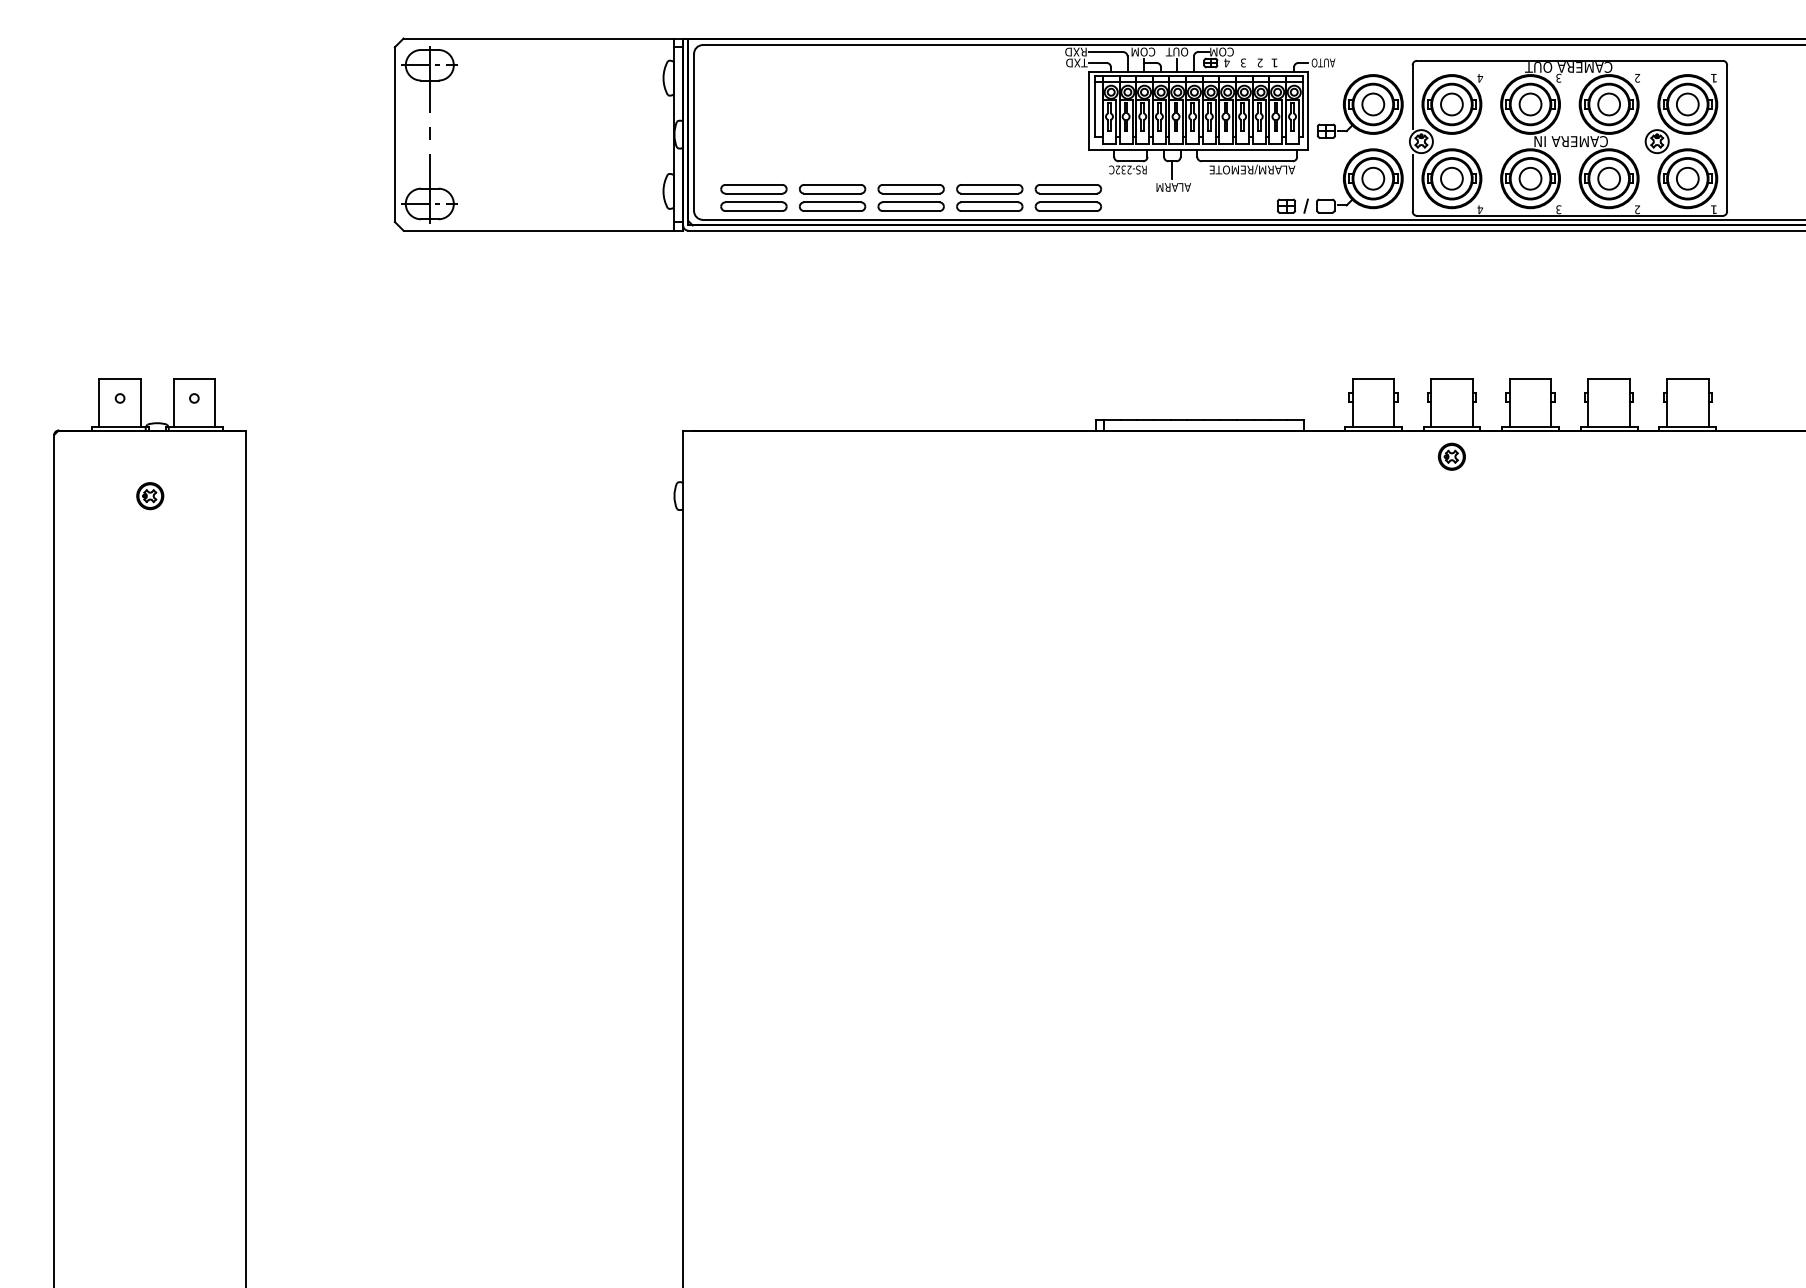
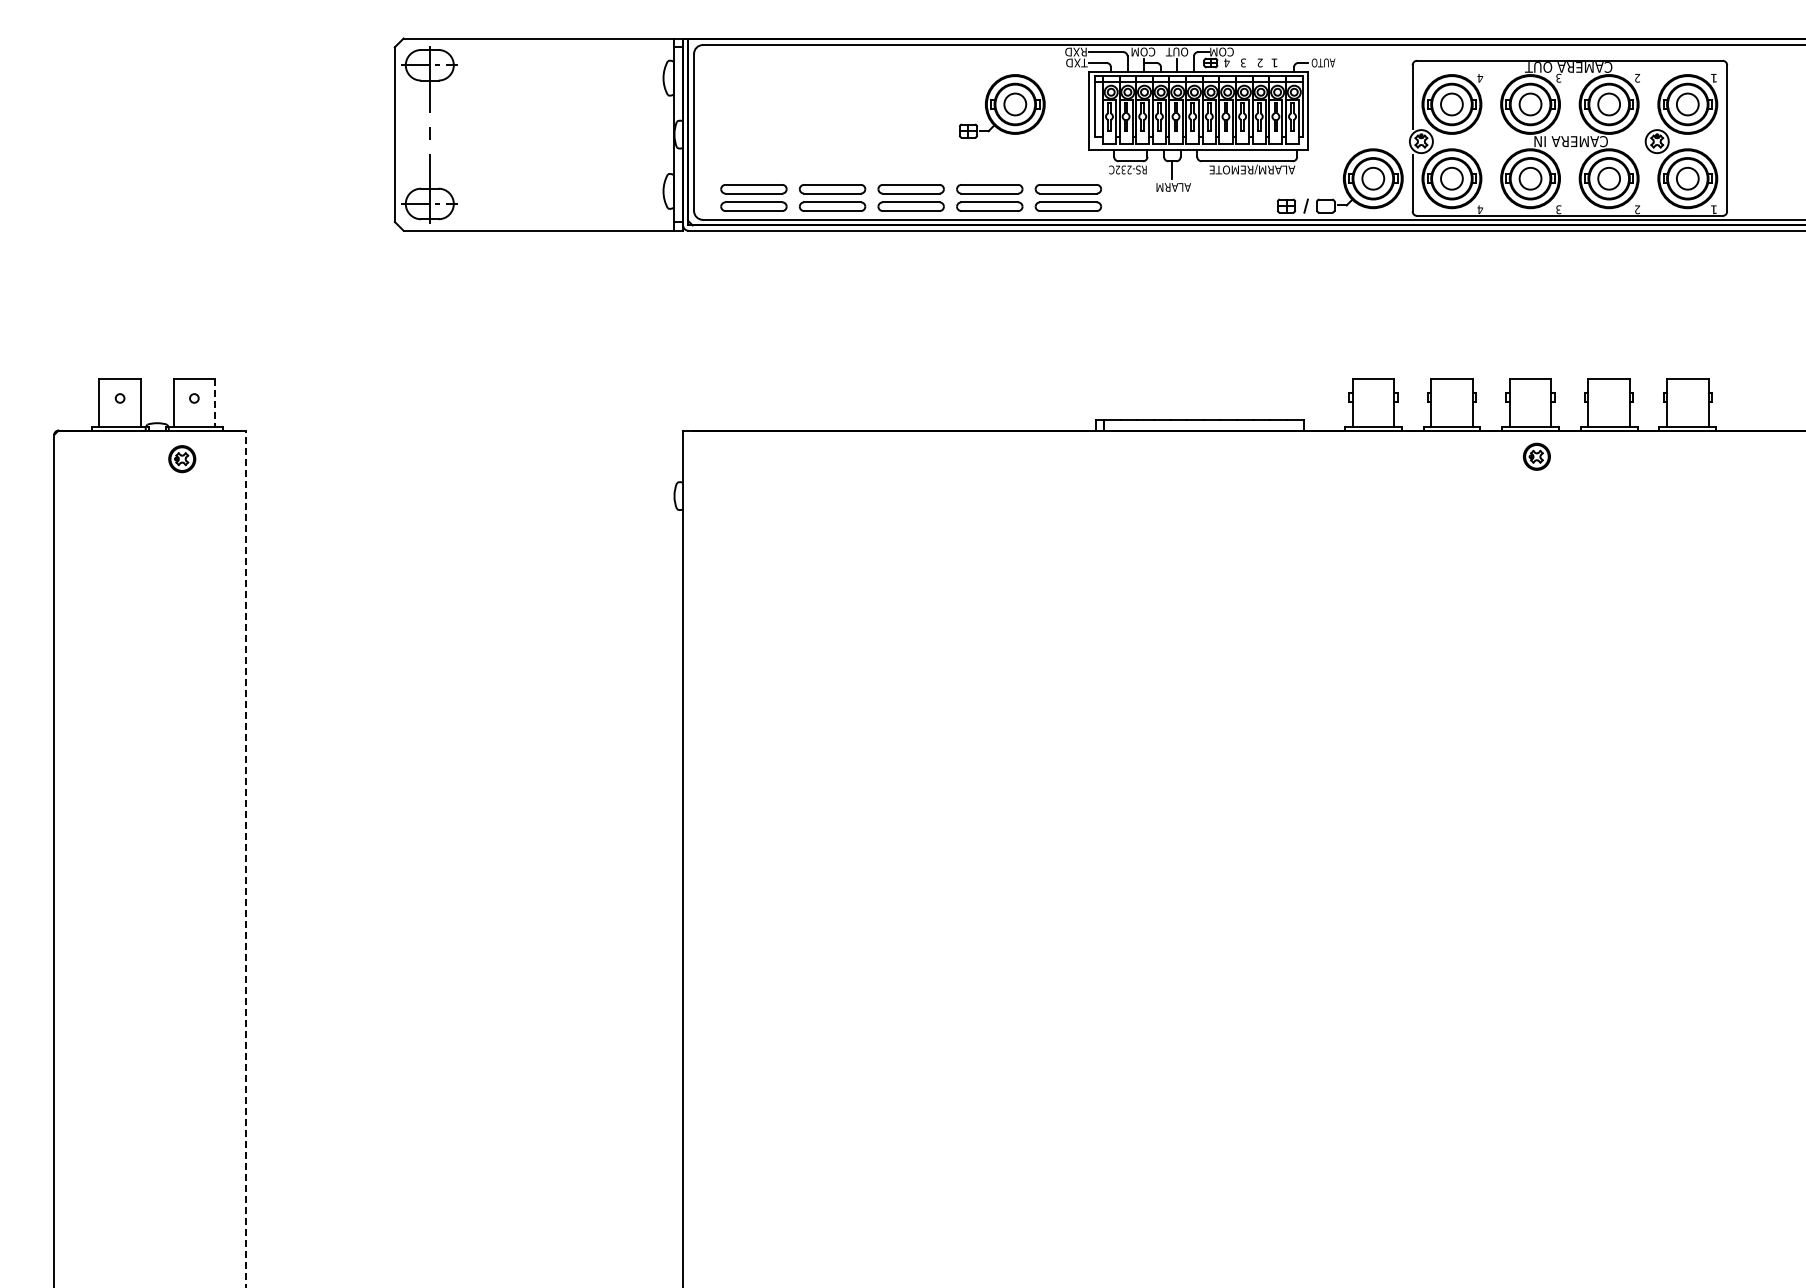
part at (1360, 106) position: (1360, 106) -> (1002, 106)
line at (215, 403): solid -> dashed
part at (1451, 456) position: (1451, 456) -> (1536, 456)
part at (150, 496) position: (150, 496) -> (182, 459)
line at (246, 858): solid -> dashed
